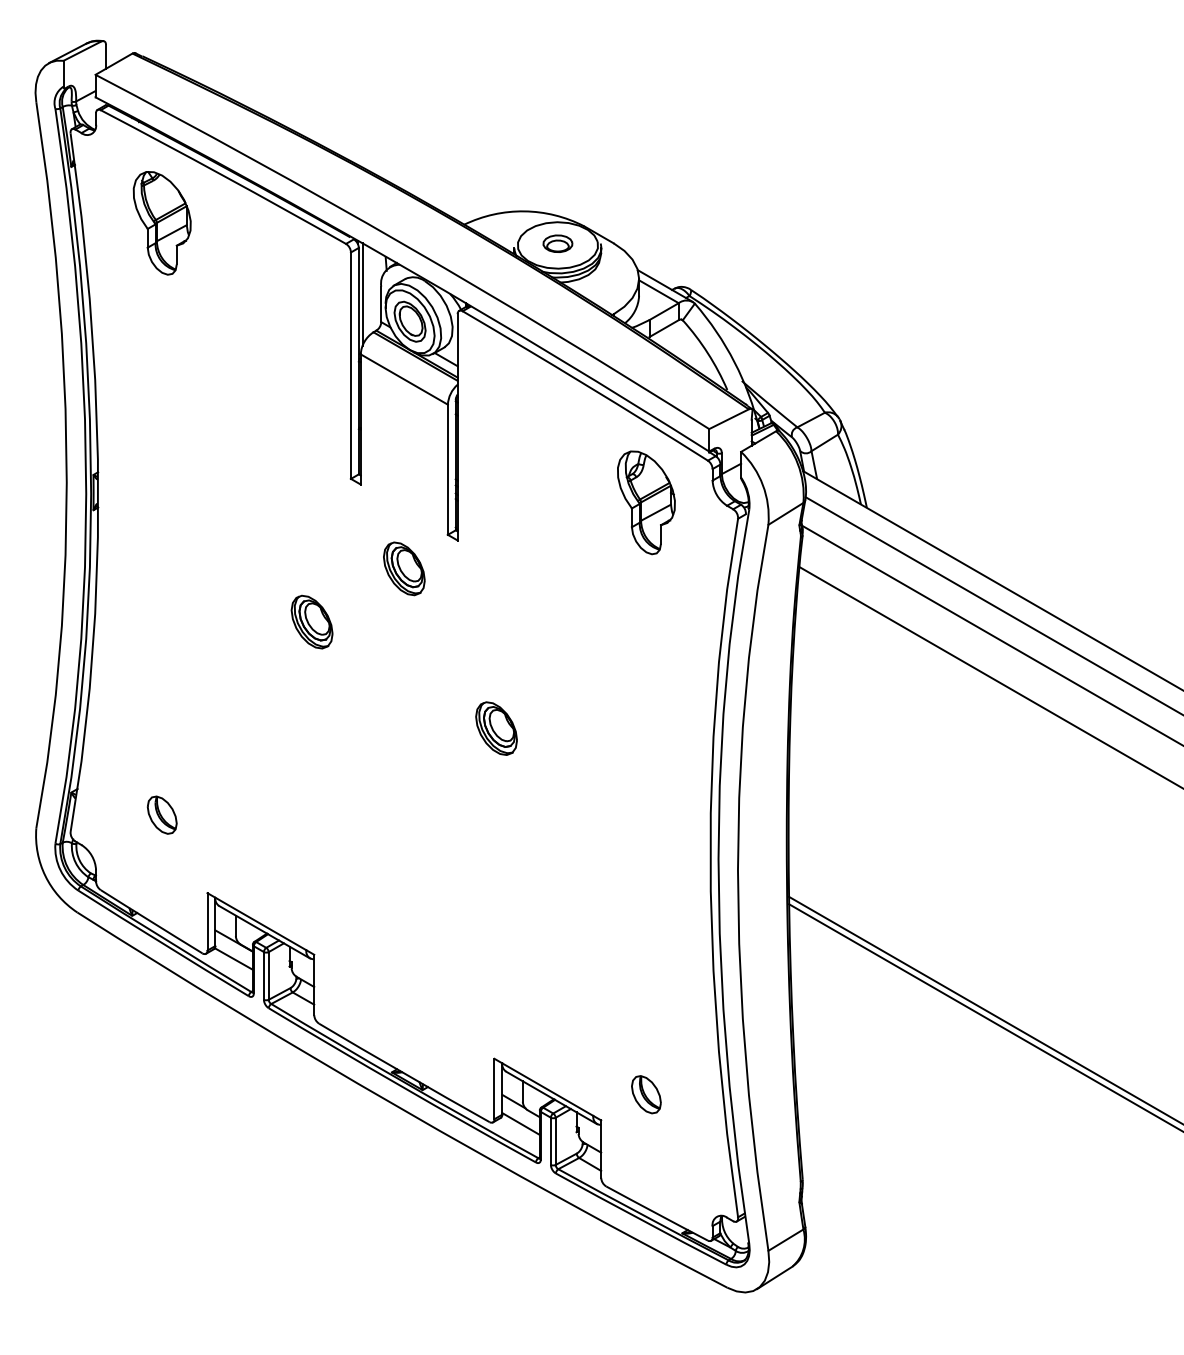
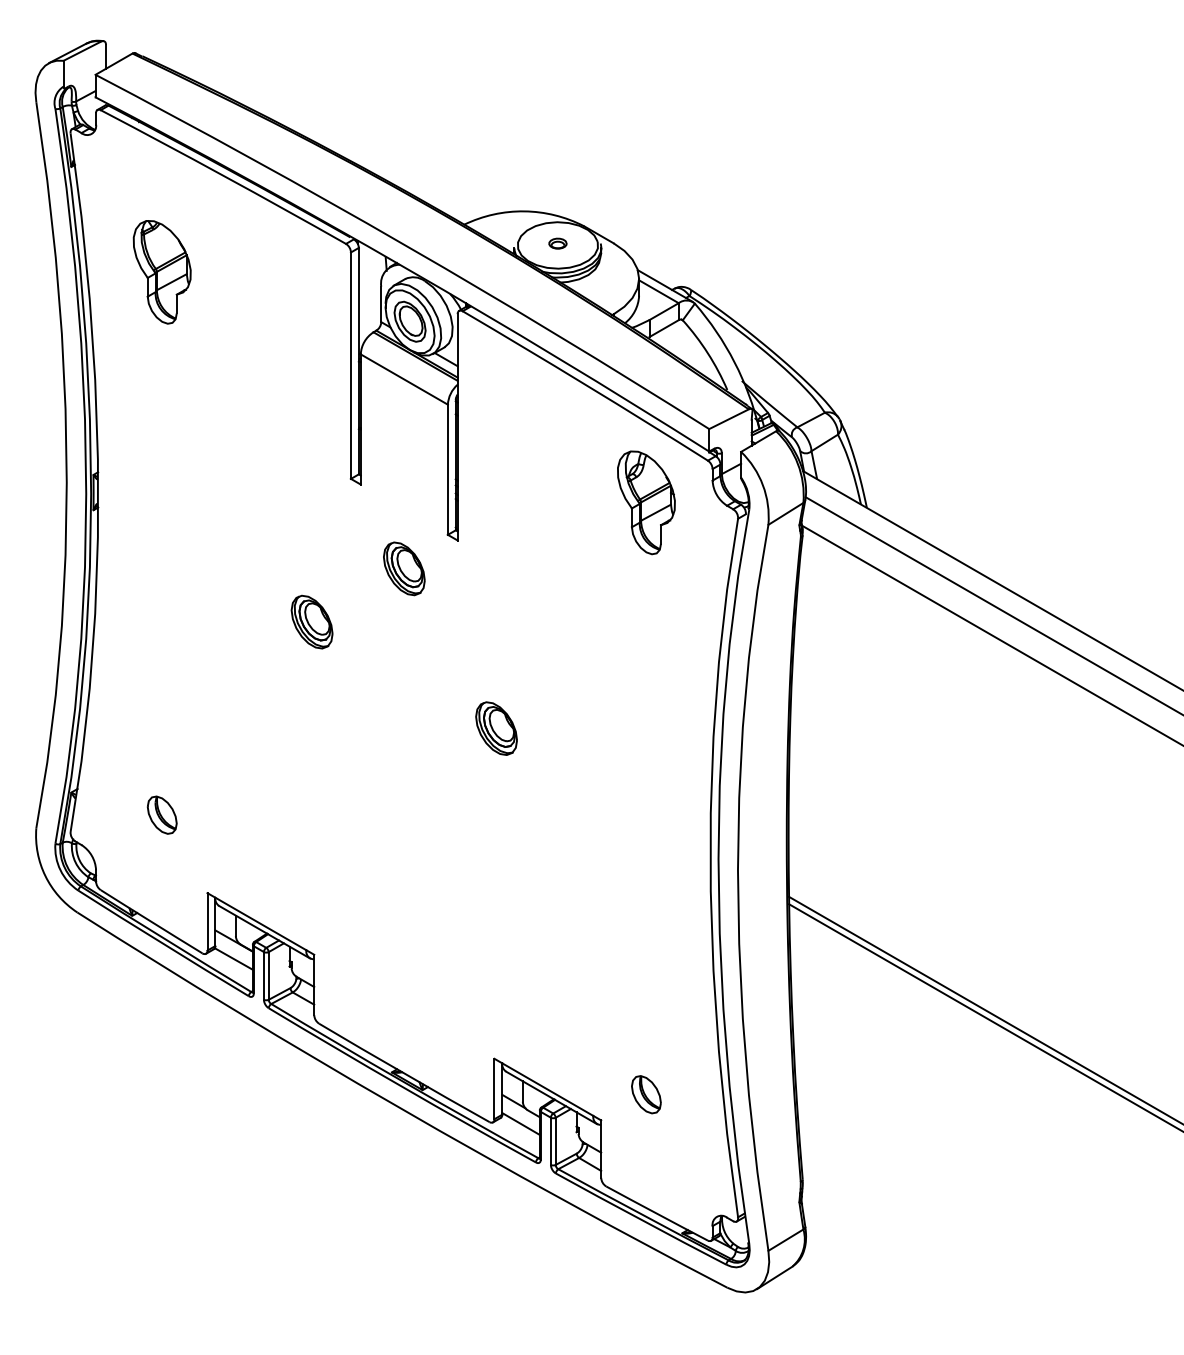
part at (161, 223) position: (161, 223) -> (161, 272)
part at (557, 243) size: 32x19 px -> 20x13 px
line at (362, 294): present -> none
line at (989, 677): present -> none
